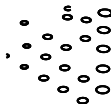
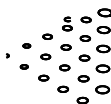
part at (67, 12) position: (67, 12) -> (67, 23)
part at (23, 22): present -> none
part at (84, 57): none -> present
